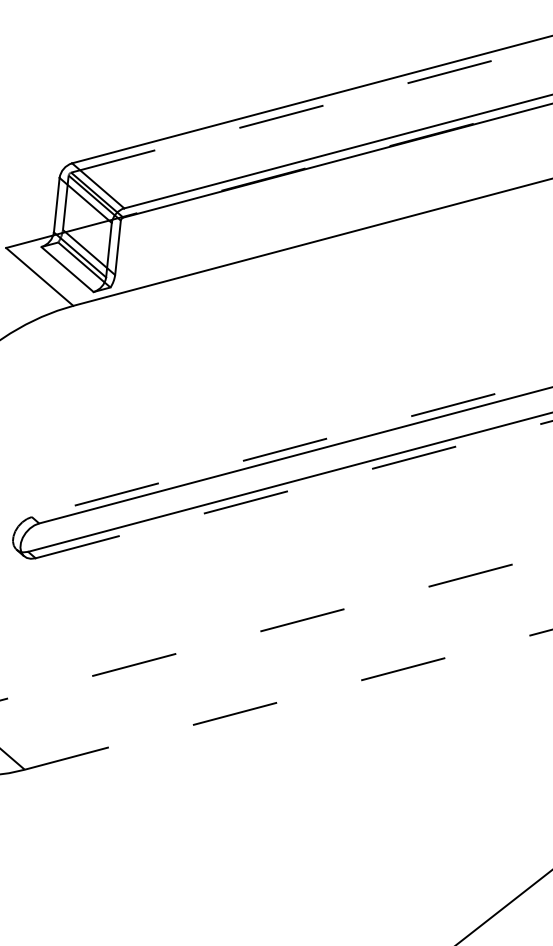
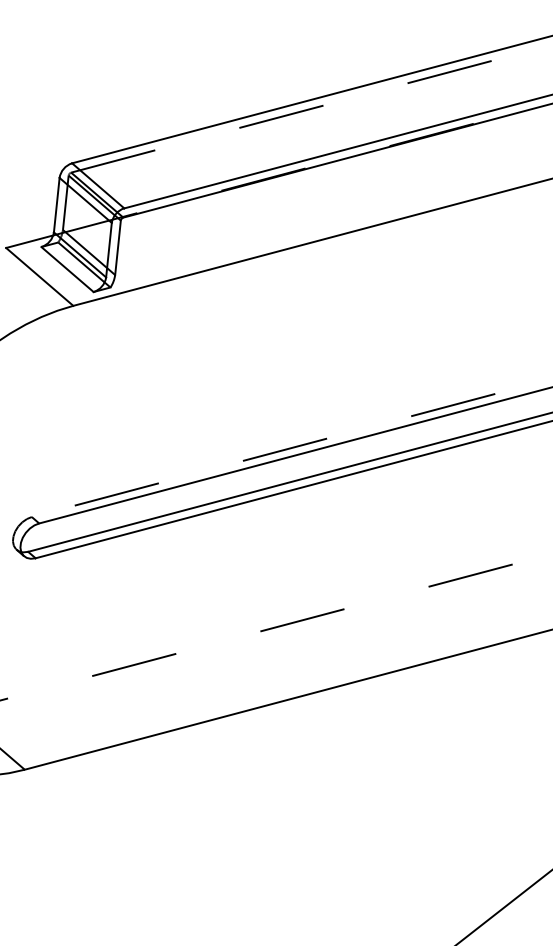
line at (294, 489): dashed -> solid
line at (289, 699): dashed -> solid
